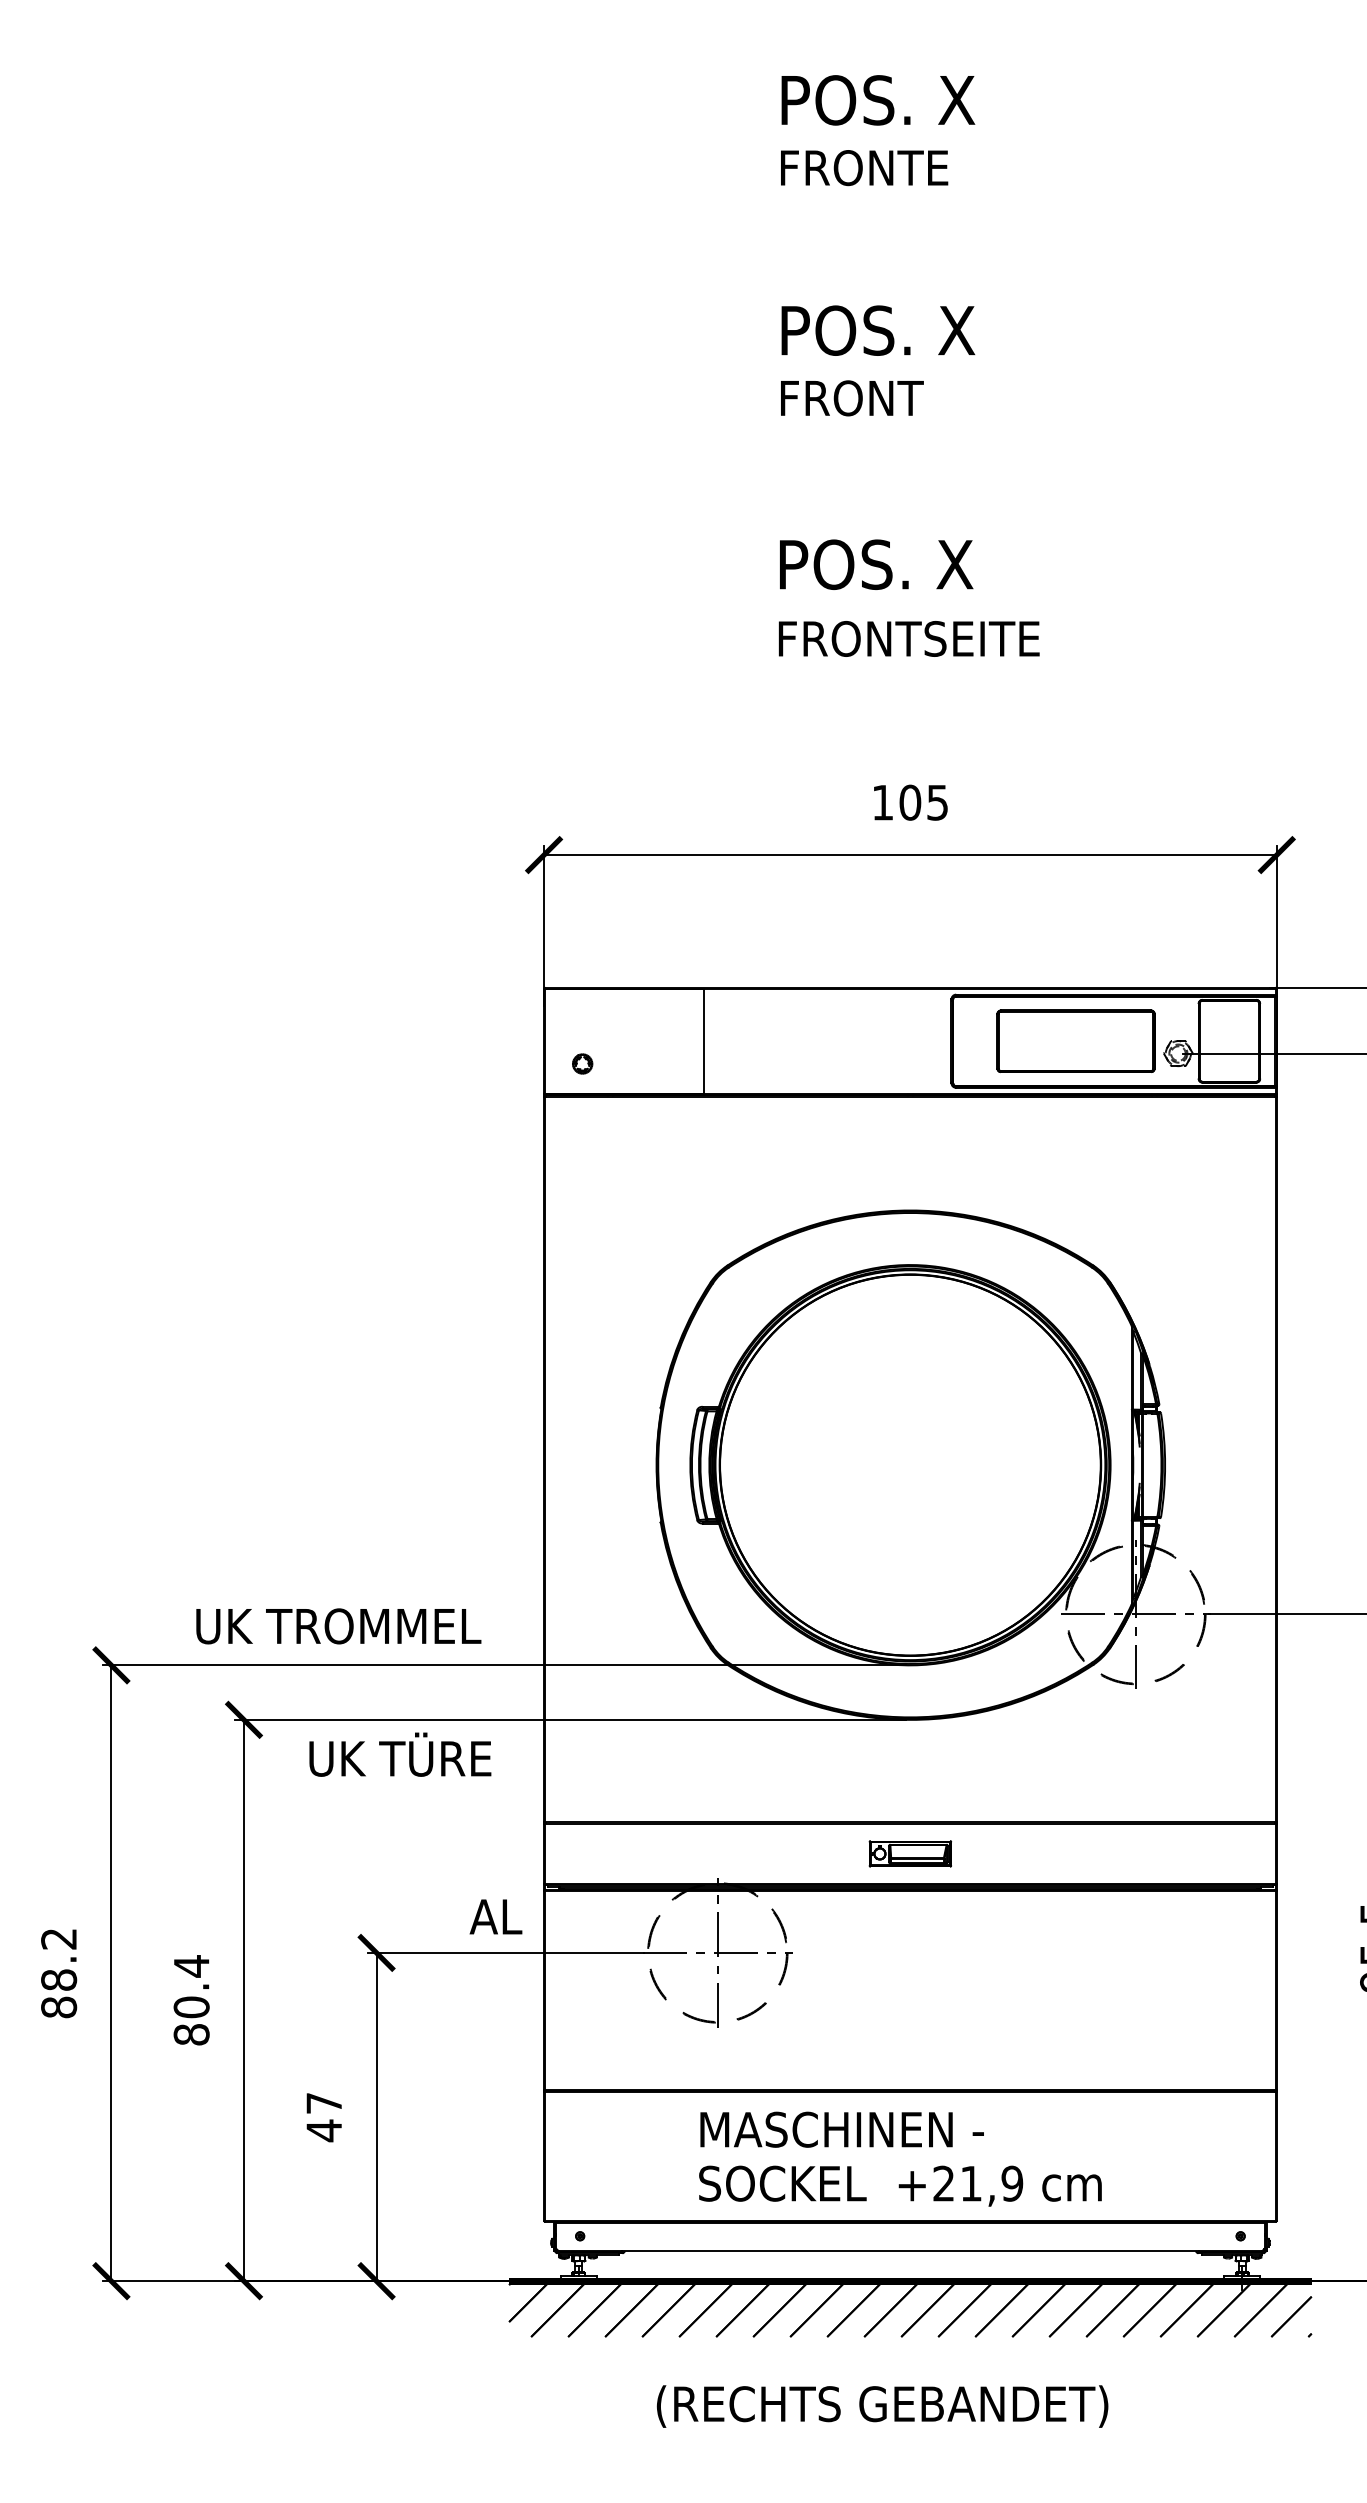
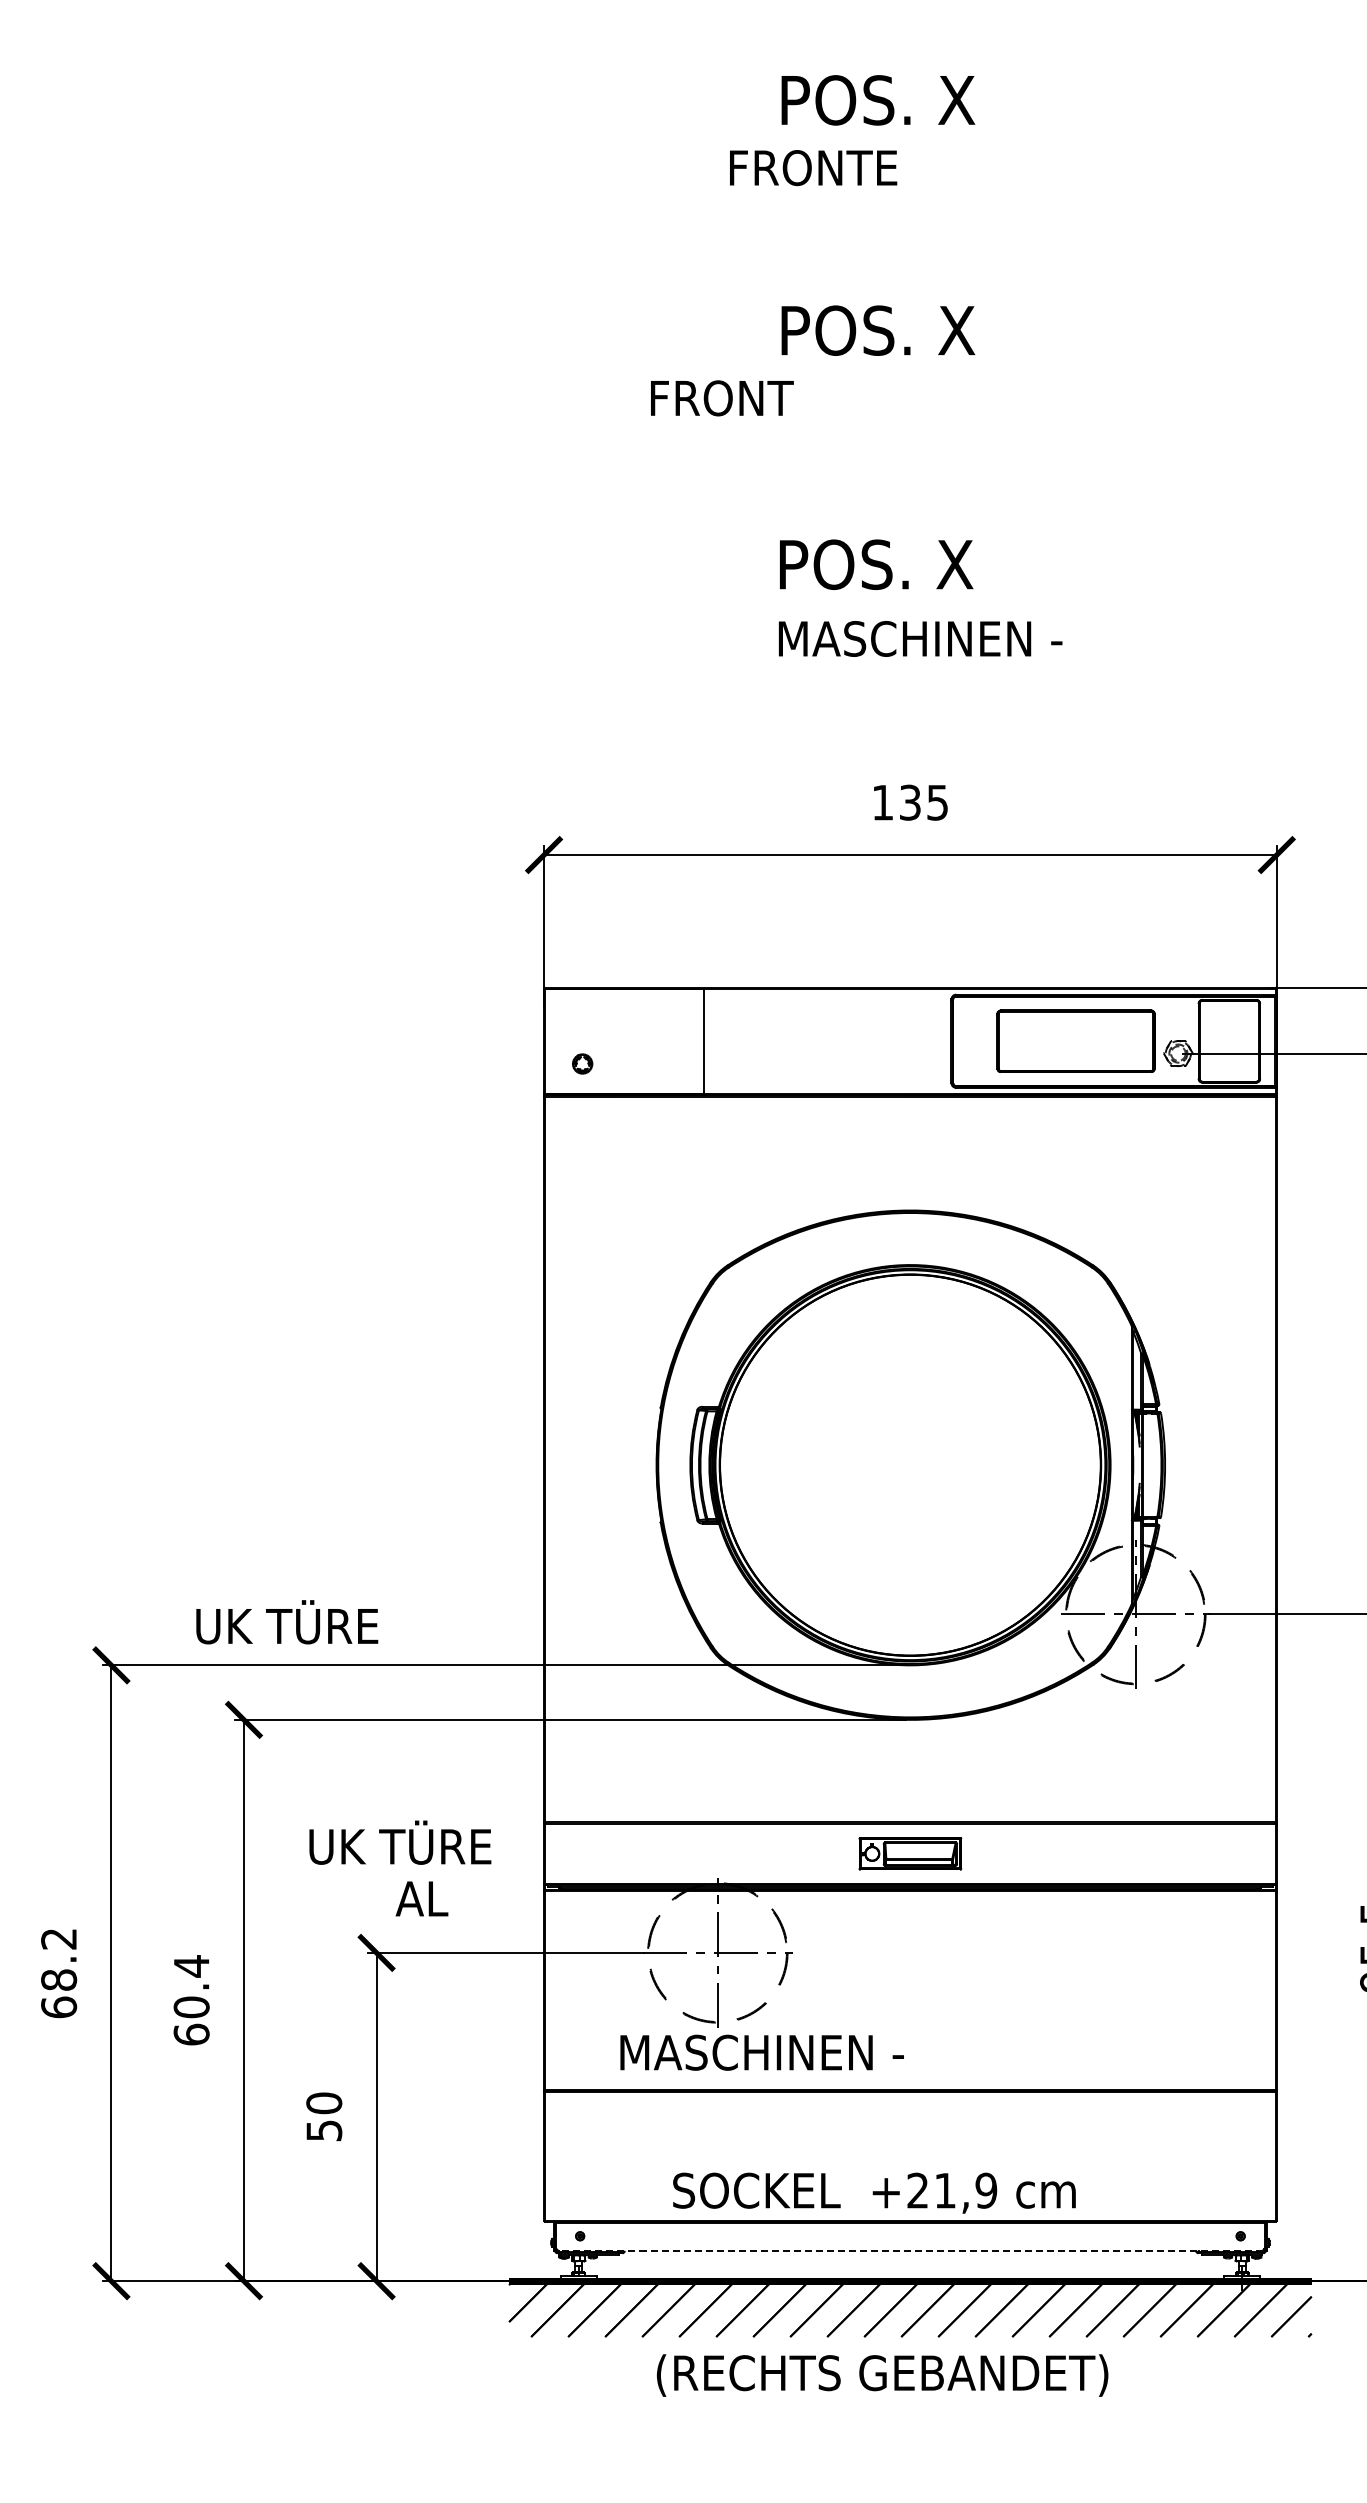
text at (864, 168) position: (864, 168) -> (813, 168)
text at (852, 398) position: (852, 398) -> (722, 398)
text at (922, 638): FRONTSEITE -> MASCHINEN -
text at (910, 802): 105 -> 135
text at (388, 1622): UK TROMMEL -> UK TÜRE
text at (400, 1754) position: (400, 1754) -> (400, 1842)
part at (910, 1853) size: 85x28 px -> 105x34 px
text at (495, 1916) position: (495, 1916) -> (421, 1898)
text at (58, 2007): 88.2 -> 68.2
text at (191, 2034): 80.4 -> 60.4
text at (324, 2117): 47 -> 50
text at (841, 2129) position: (841, 2129) -> (761, 2052)
text at (900, 2185) position: (900, 2185) -> (874, 2192)
line at (909, 2250): solid -> dashed
text at (882, 2406) position: (882, 2406) -> (882, 2375)
